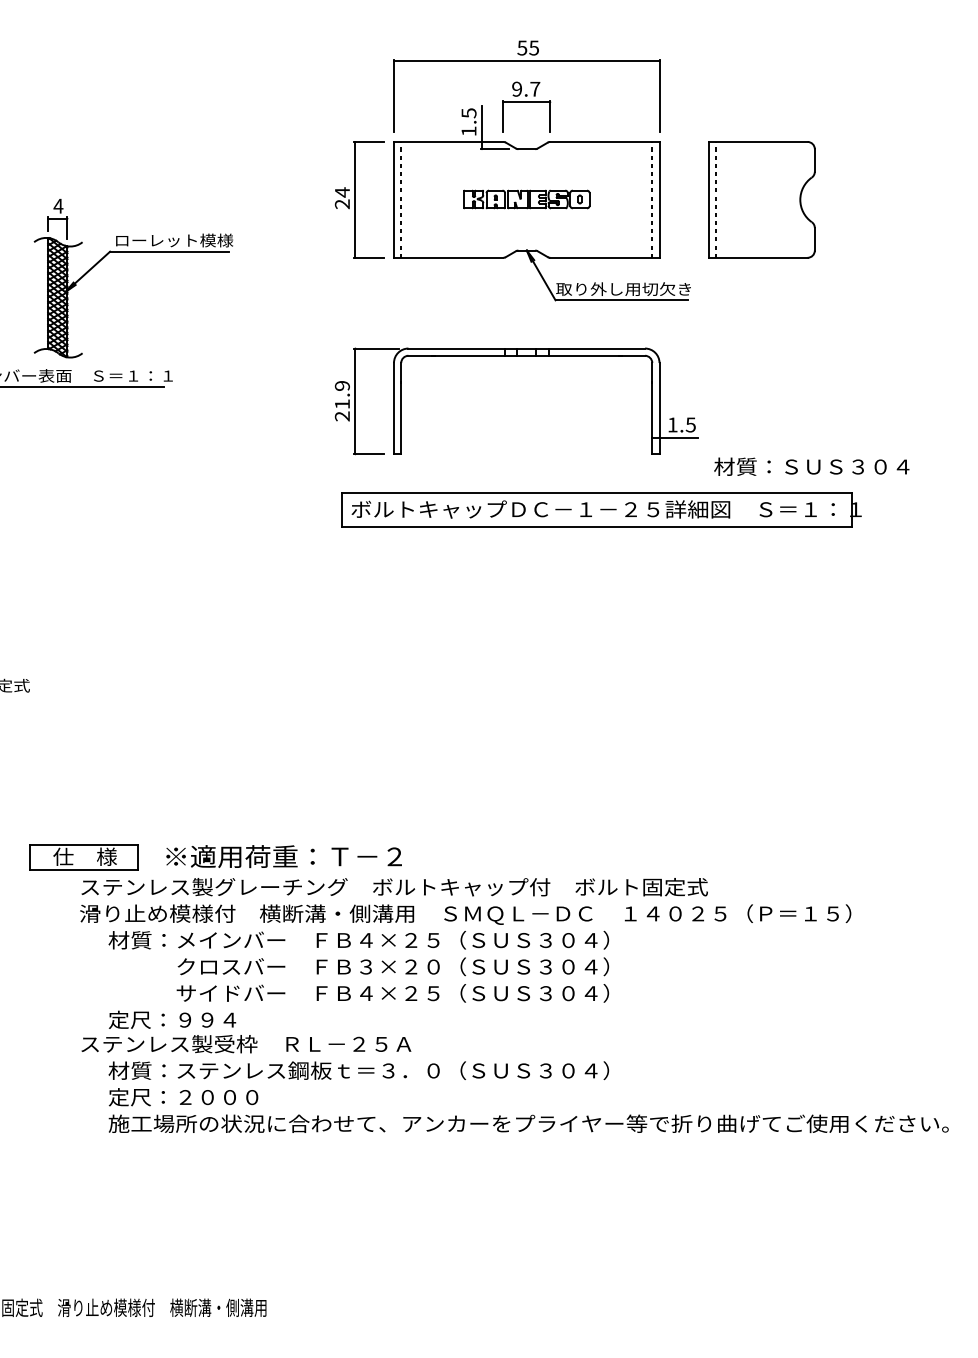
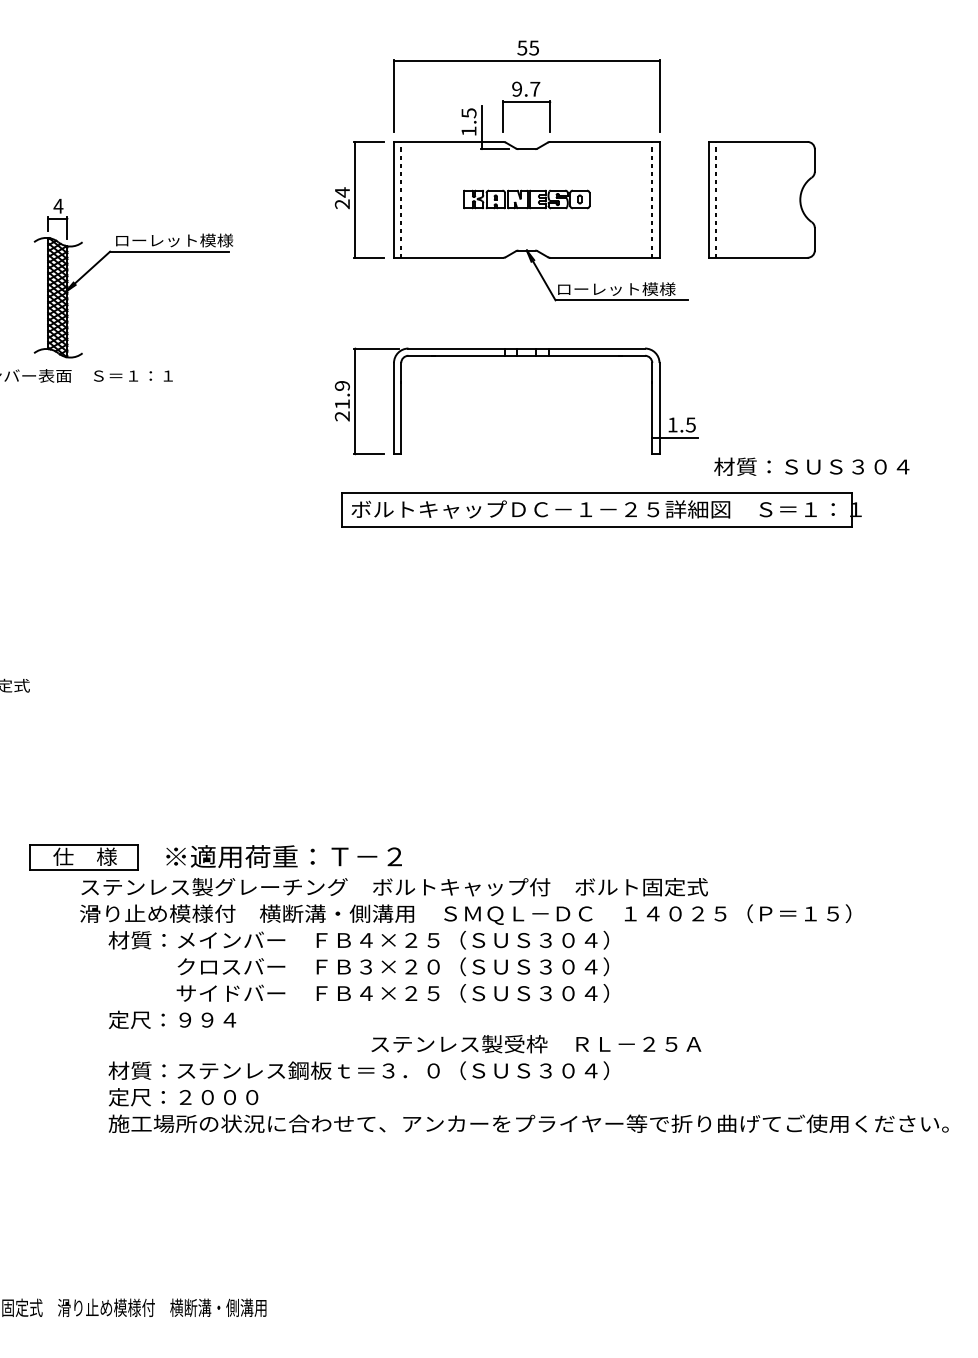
text at (623, 289): 取り外し用切欠き -> ローレット模様
line at (83, 386): present -> none
text at (246, 1044) position: (246, 1044) -> (536, 1044)
